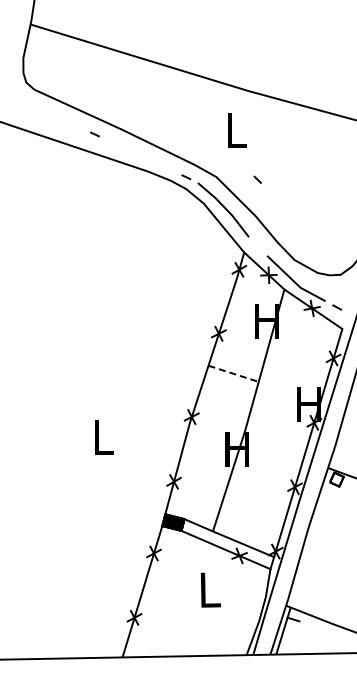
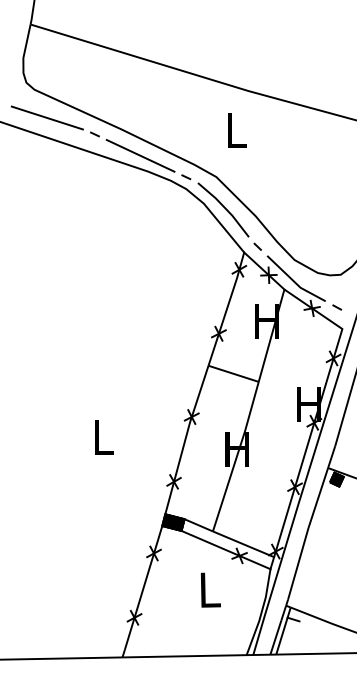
line at (46, 117): none -> present
line at (140, 155): none -> present
line at (257, 179) position: (257, 179) -> (257, 246)
line at (234, 373): dashed -> solid
fill at (336, 479): none -> present
